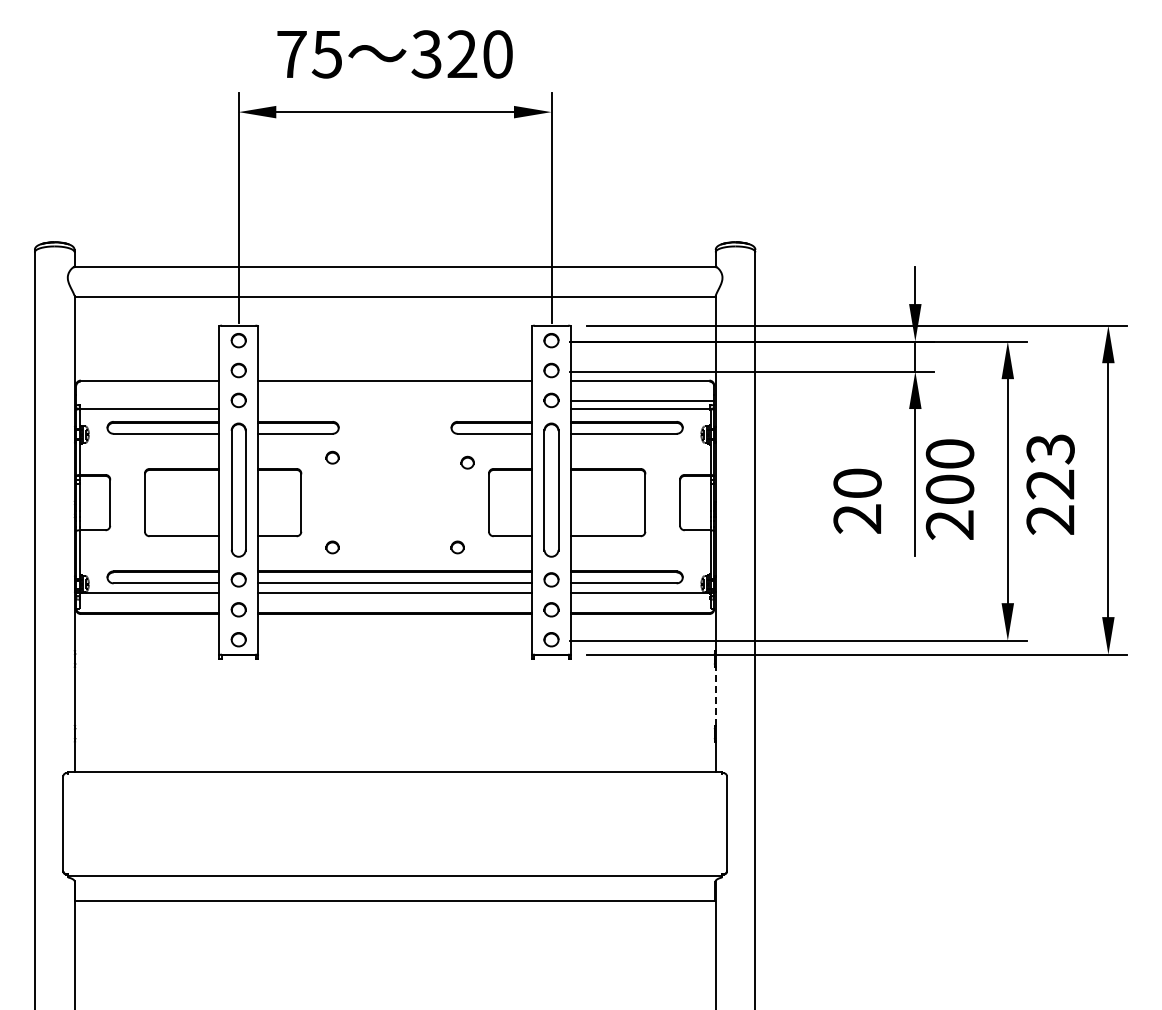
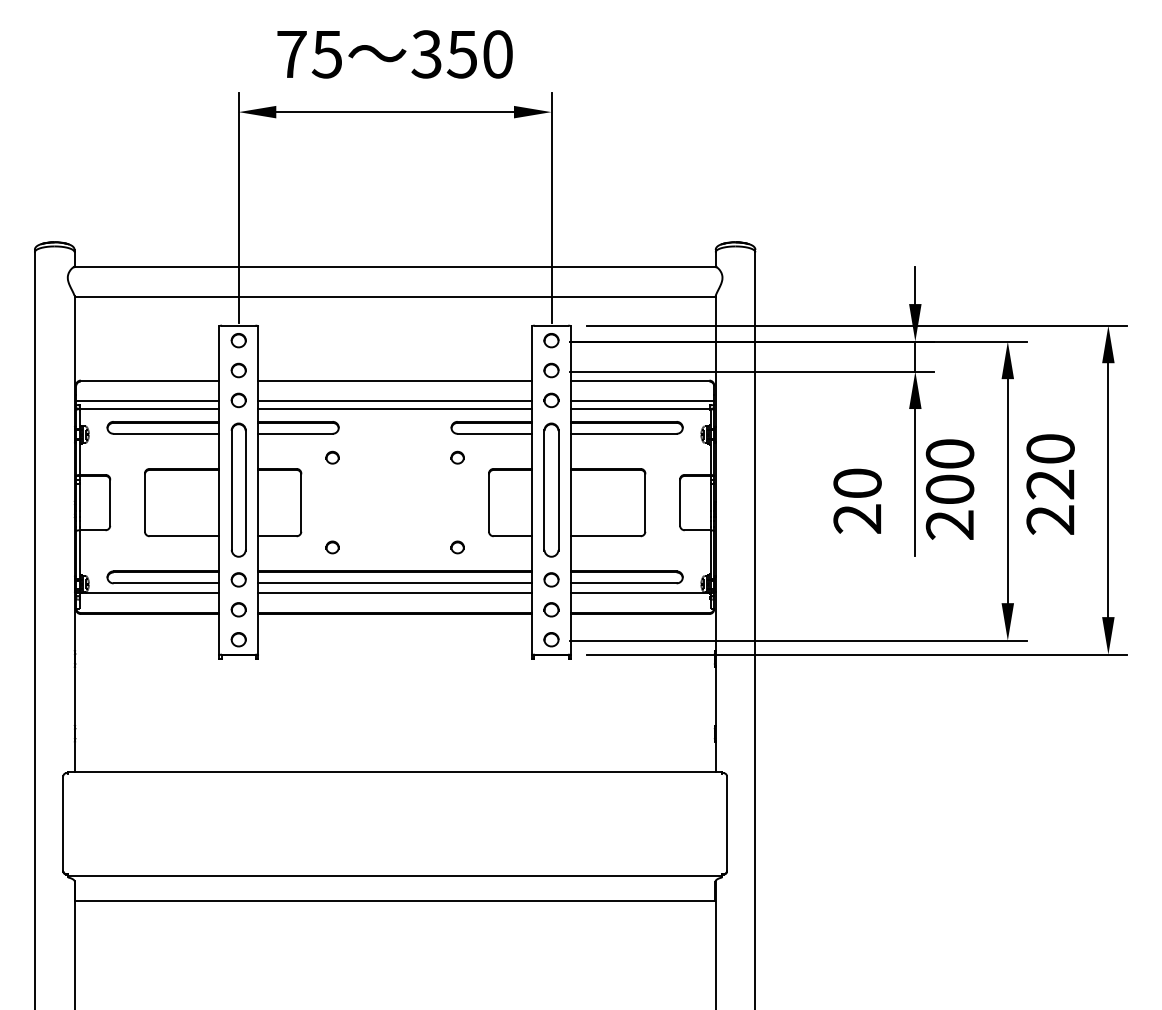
text at (461, 54): 320 -> 350
line at (147, 401): none -> present
line at (394, 401): none -> present
line at (394, 408): none -> present
text at (1050, 449): 223 -> 220
part at (467, 462) position: (467, 462) -> (457, 457)
line at (715, 696): dashed -> solid
